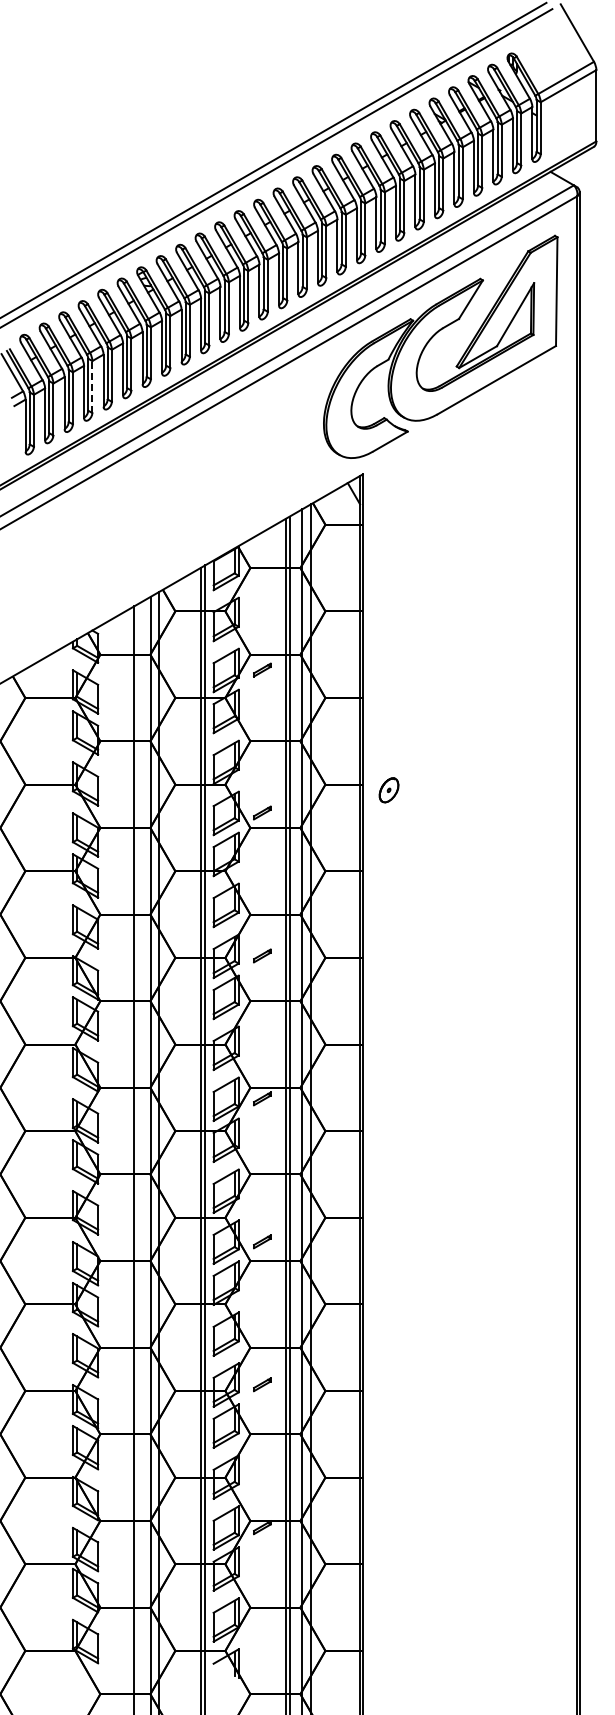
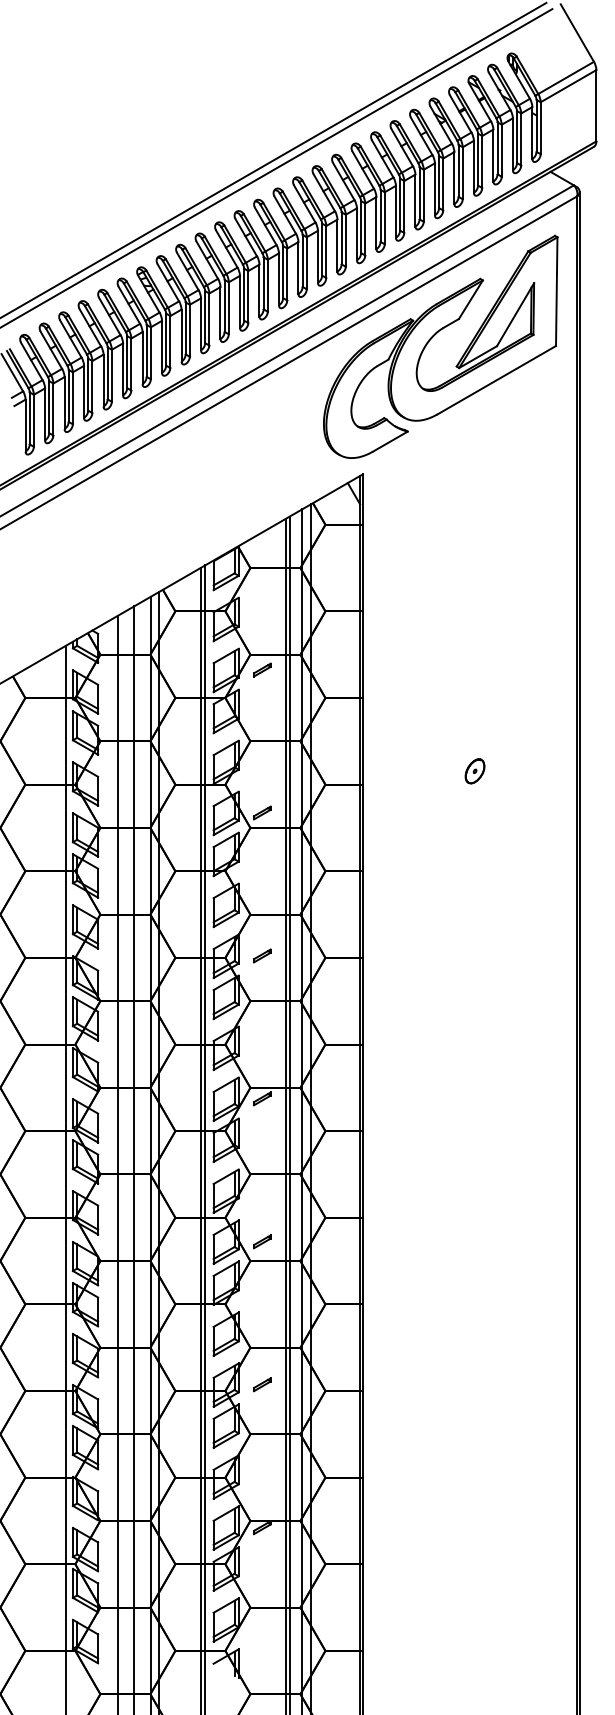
line at (92, 386): dashed -> solid
part at (388, 790) position: (388, 790) -> (474, 771)
line at (117, 1163): none -> present
line at (66, 1178): none -> present
